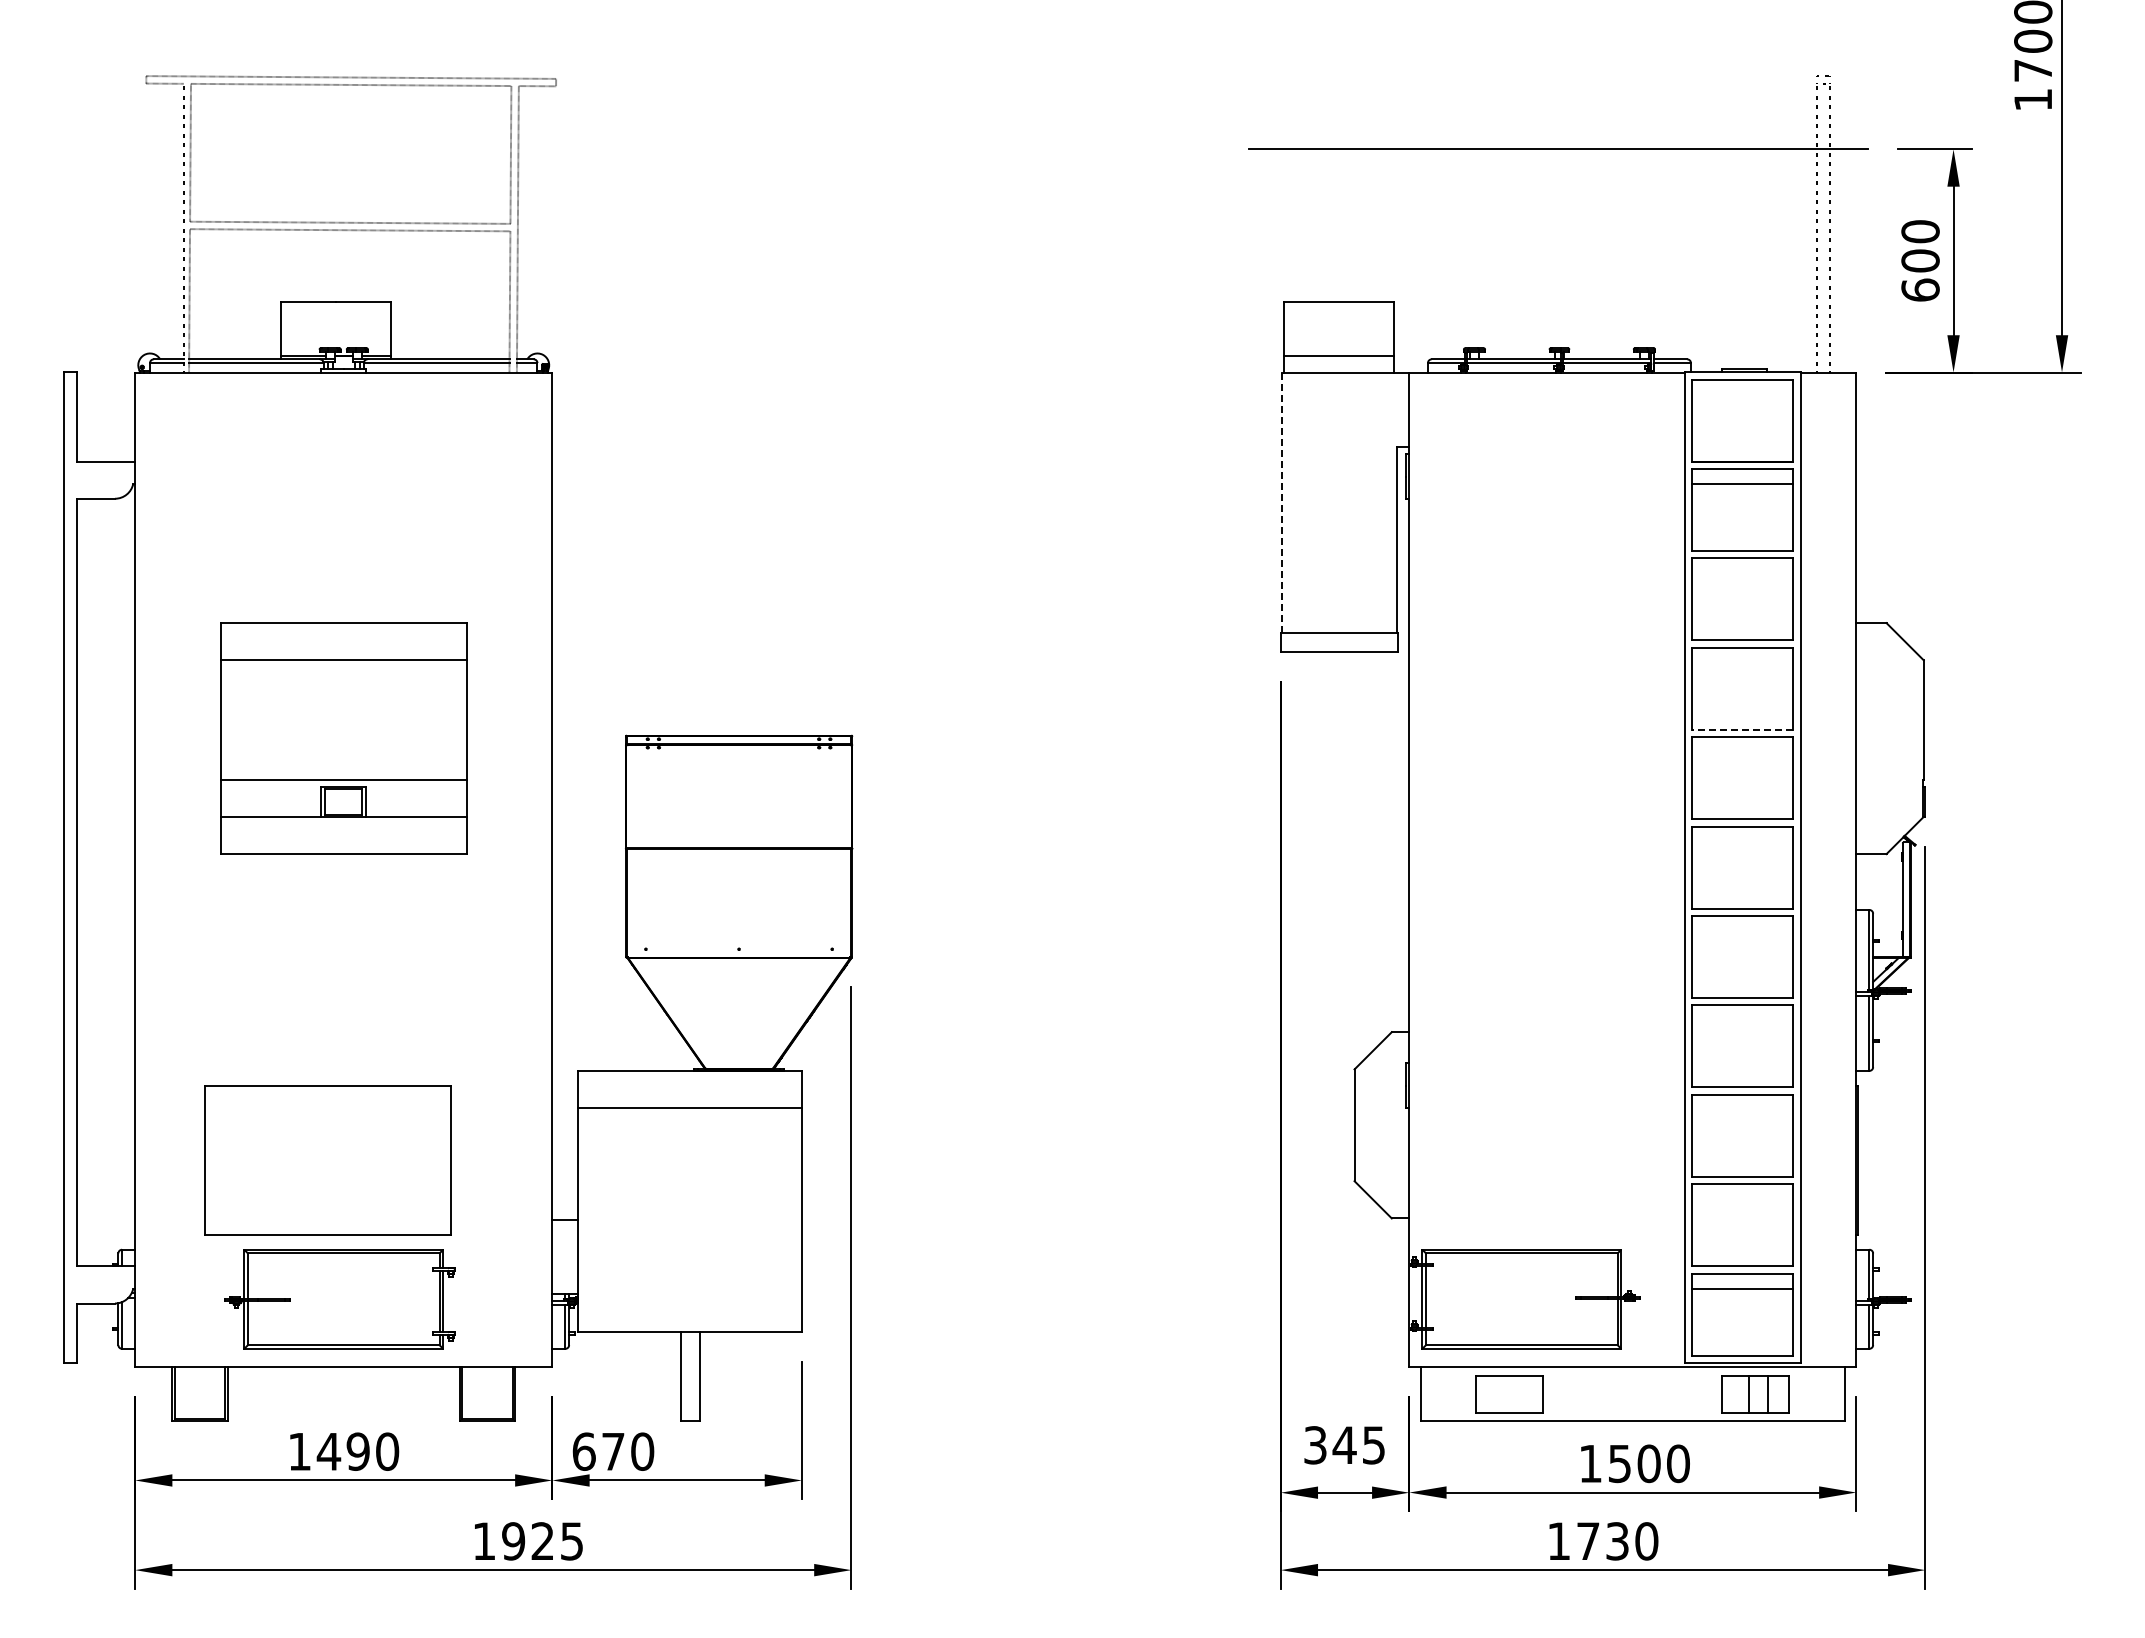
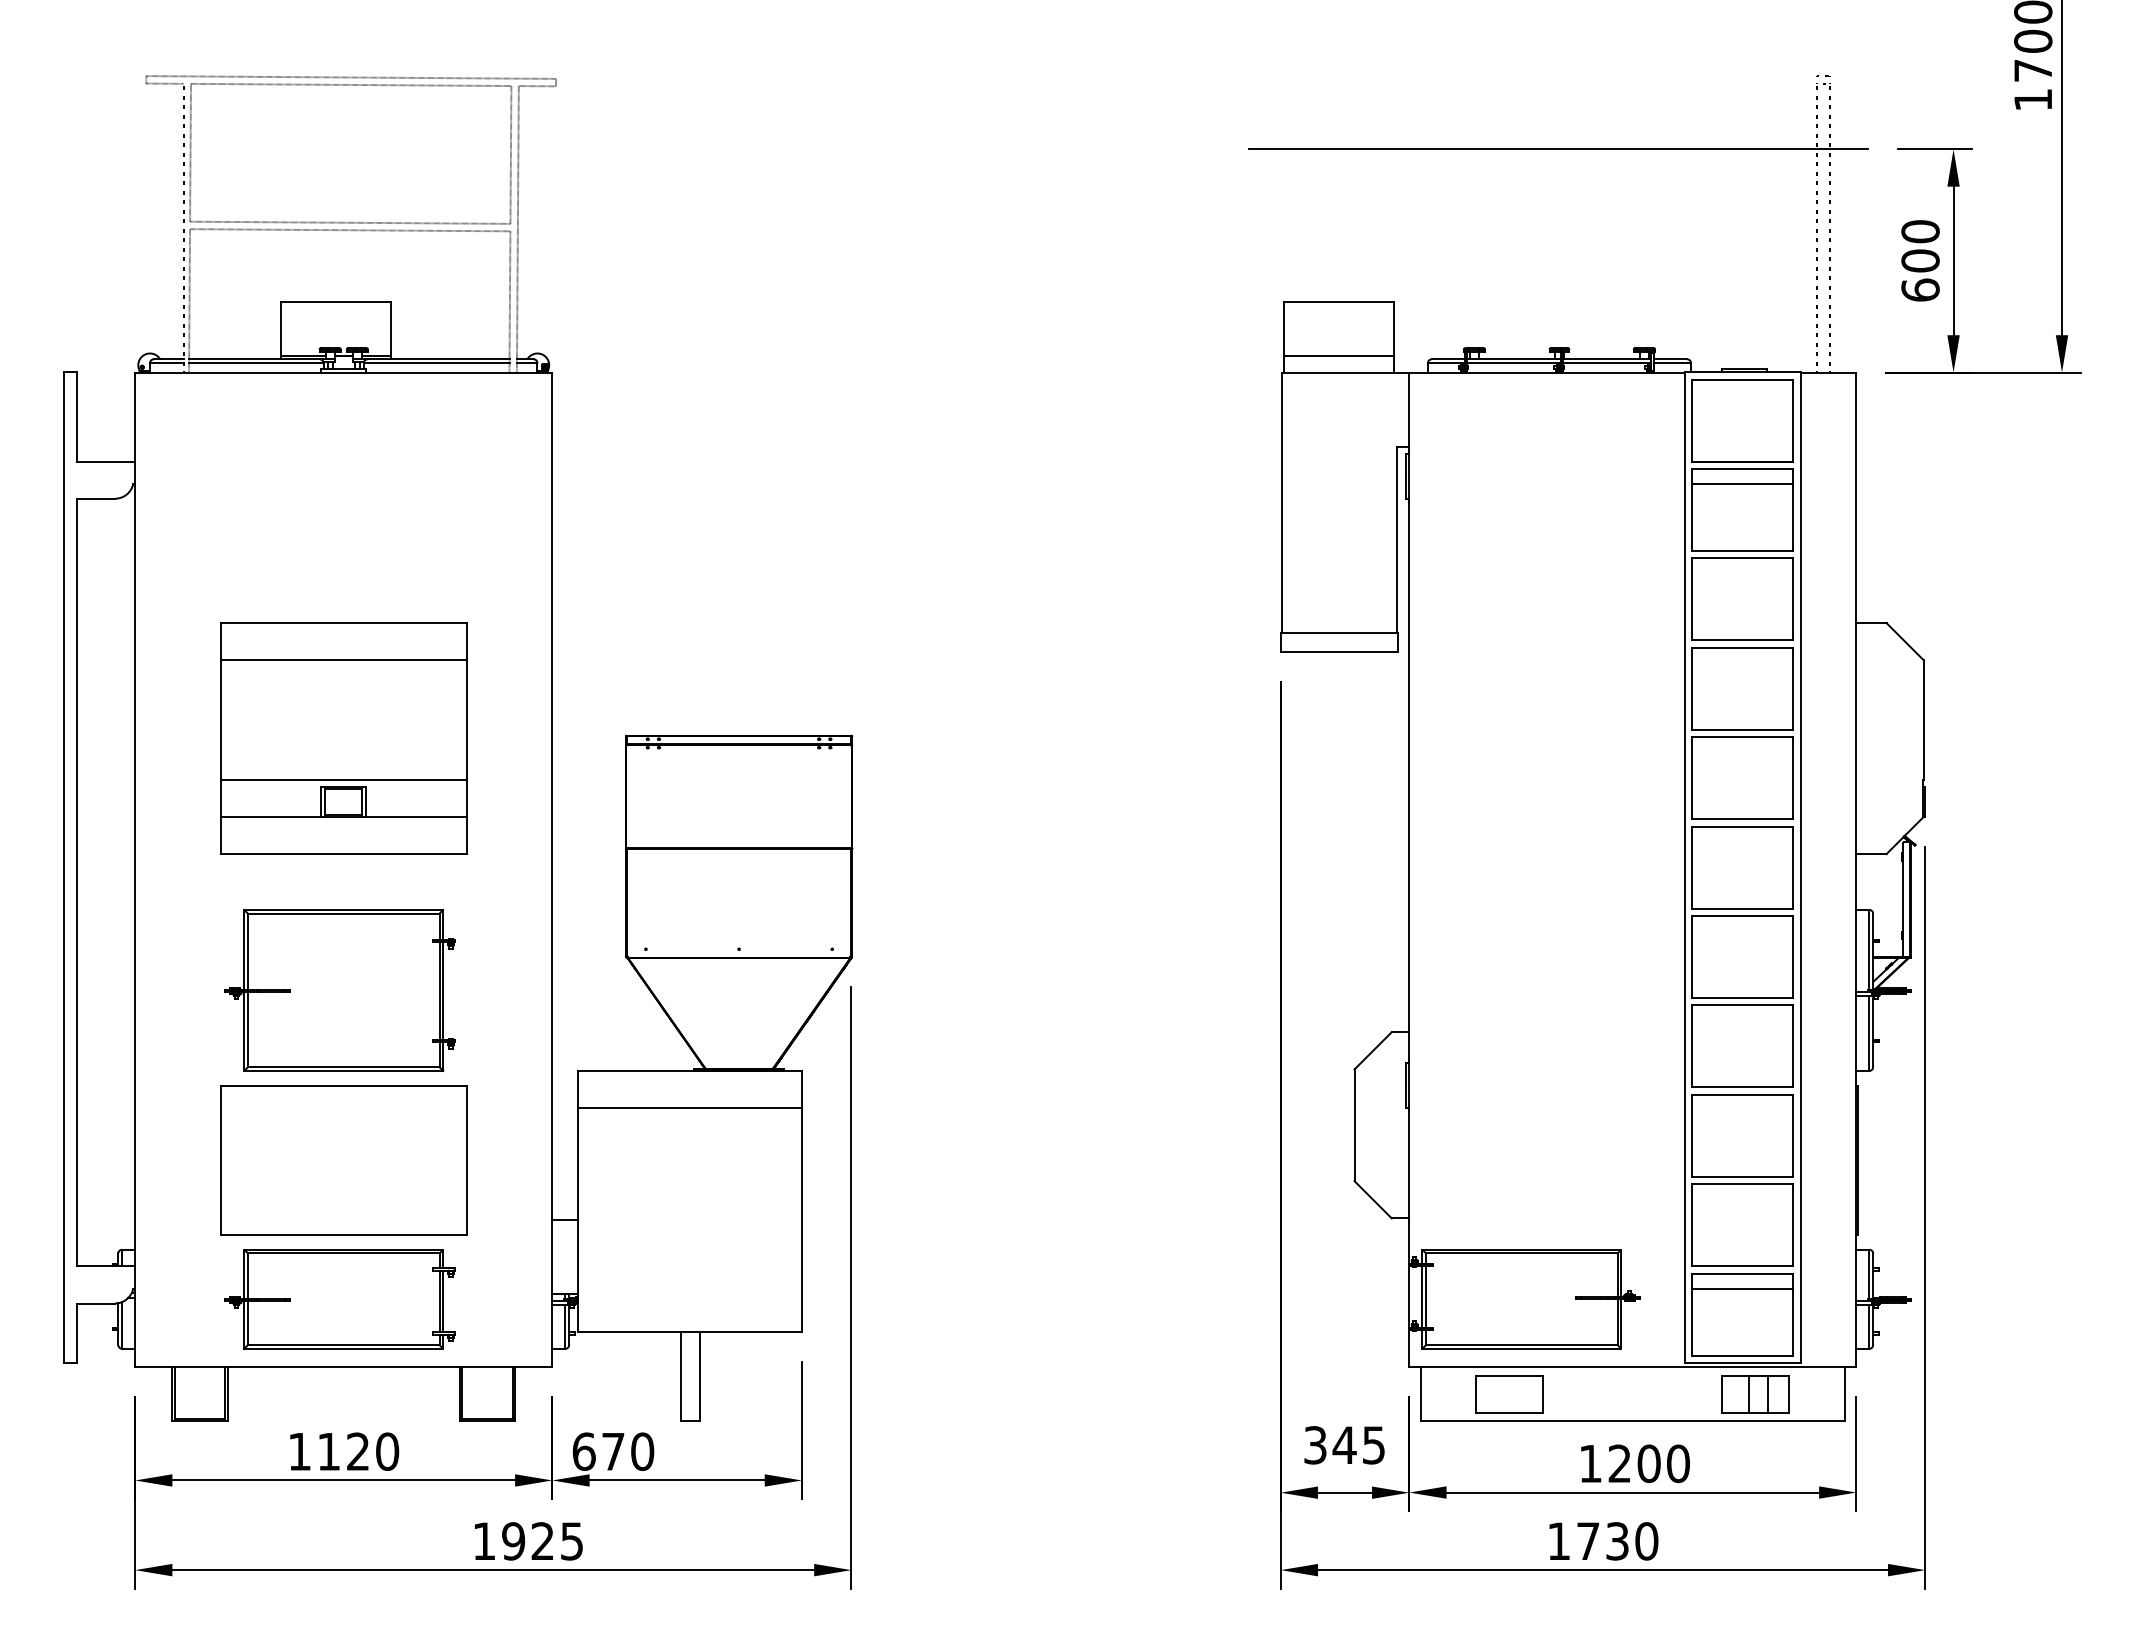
line at (1281, 502): dashed -> solid
line at (1742, 729): dashed -> solid
part at (339, 990): none -> present
part at (327, 1160) position: (327, 1160) -> (343, 1160)
text at (342, 1451): 1490 -> 1120
text at (1619, 1463): 1500 -> 1200
